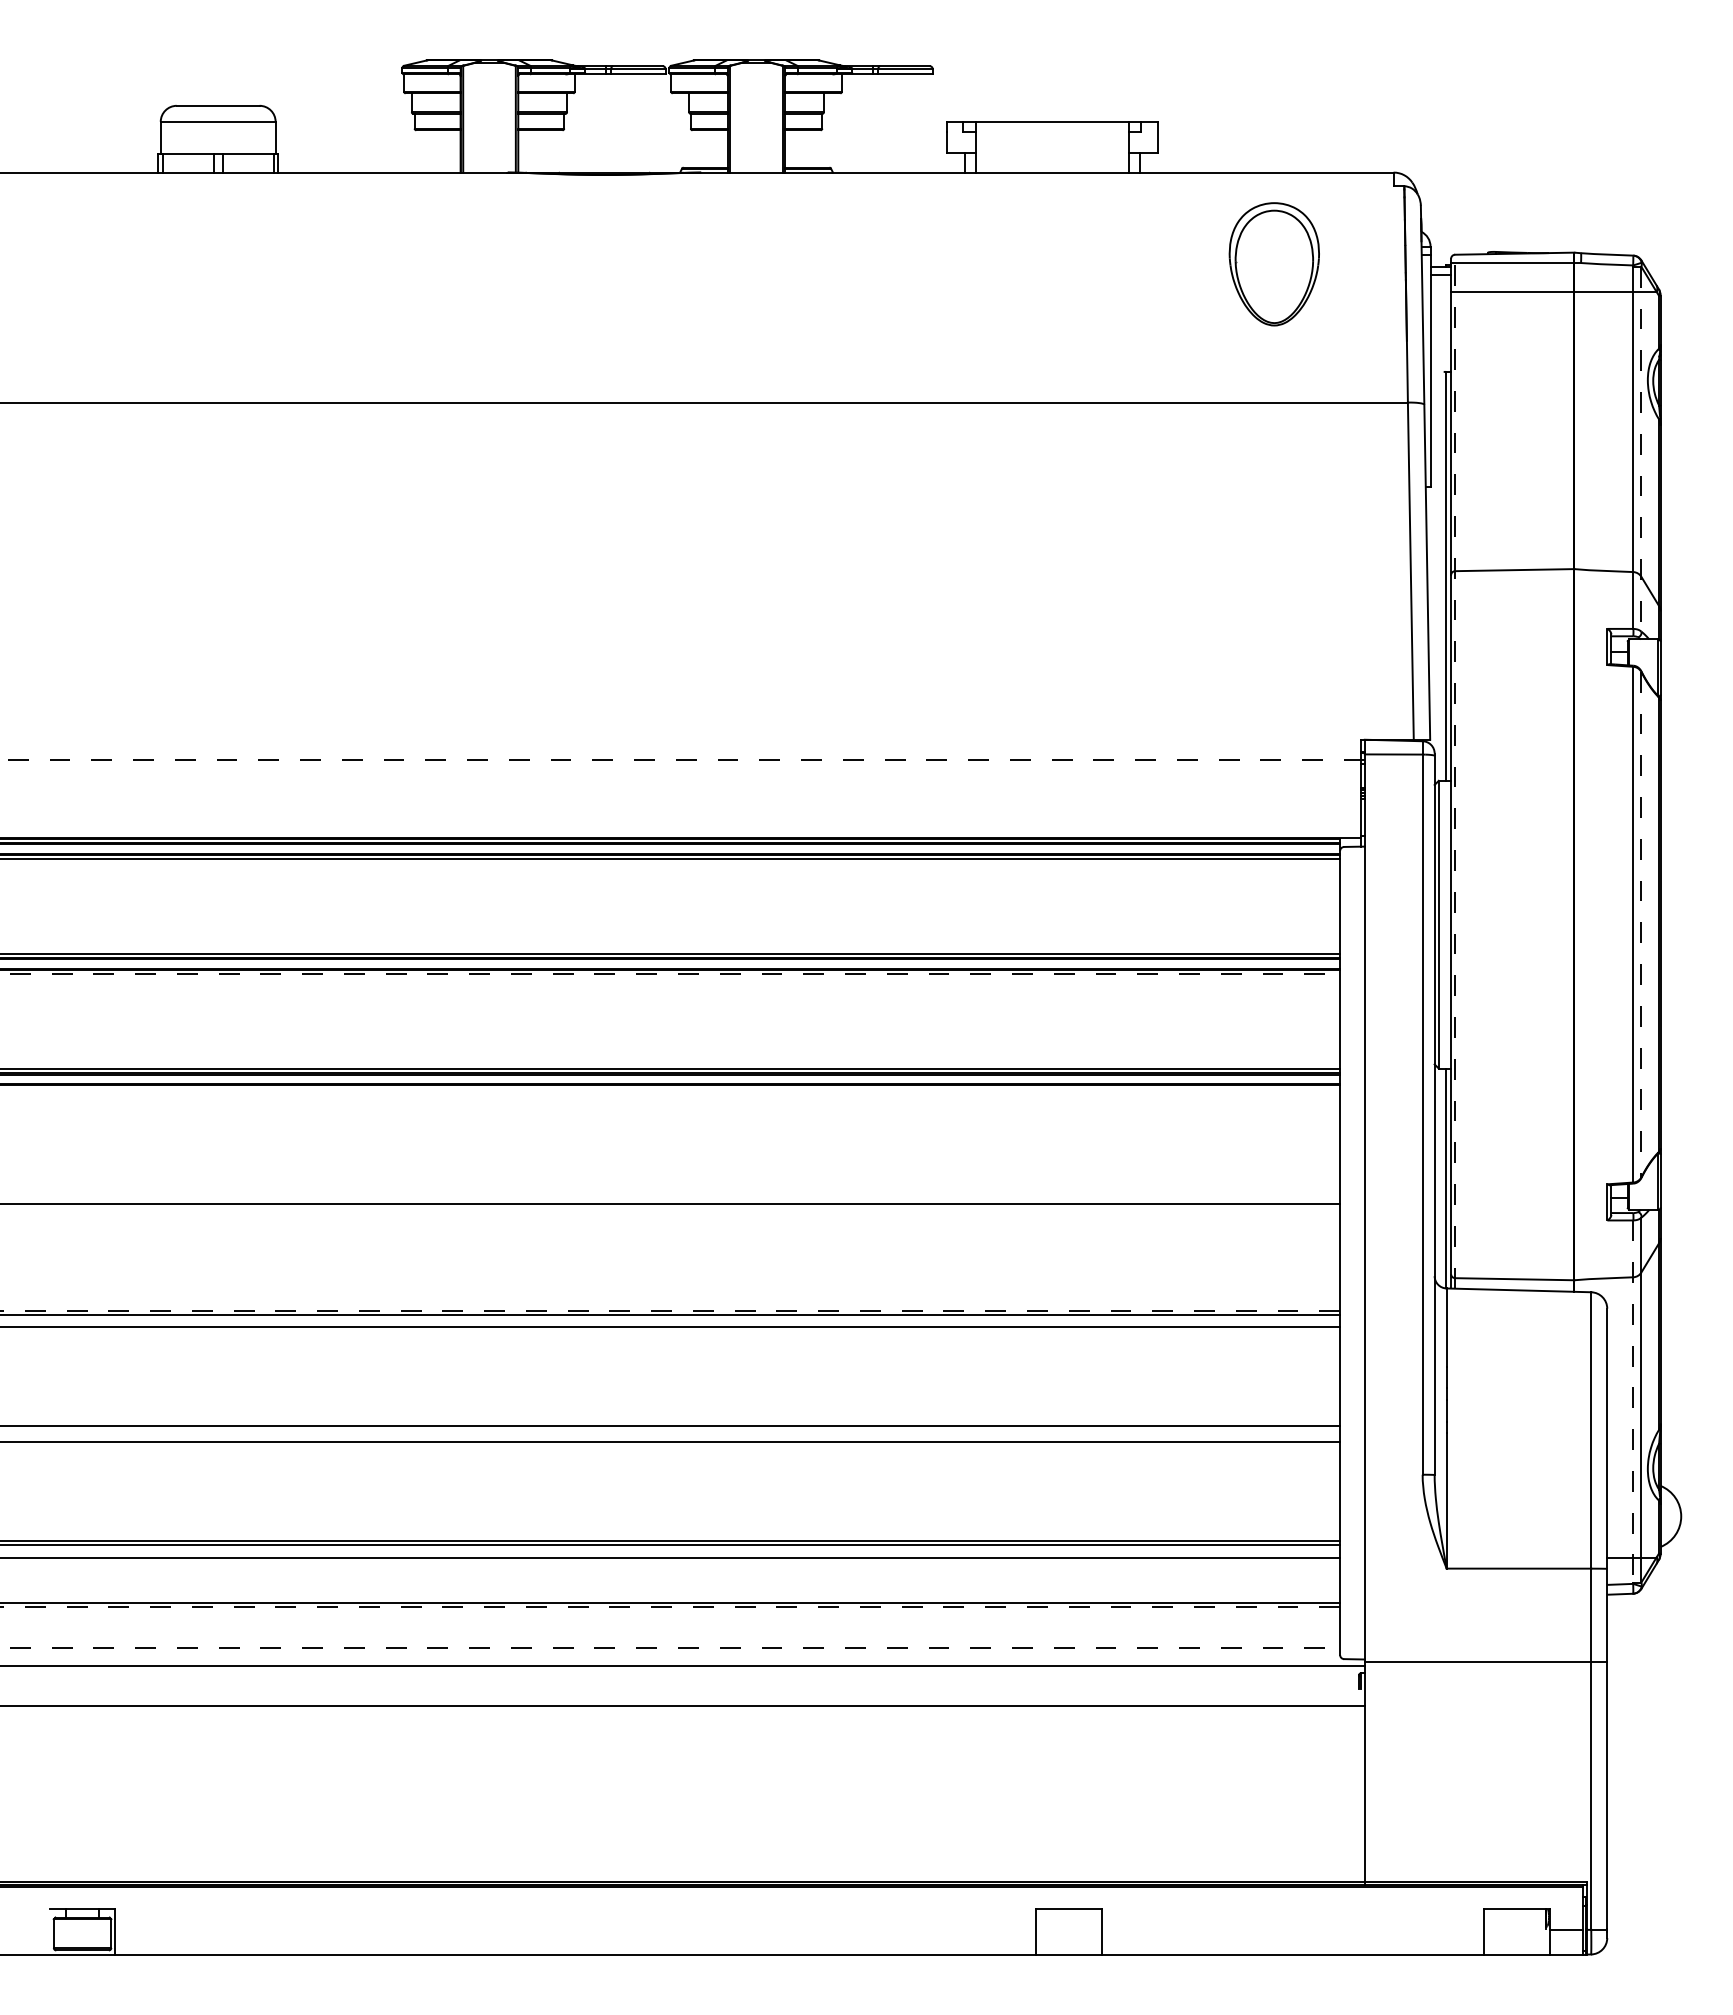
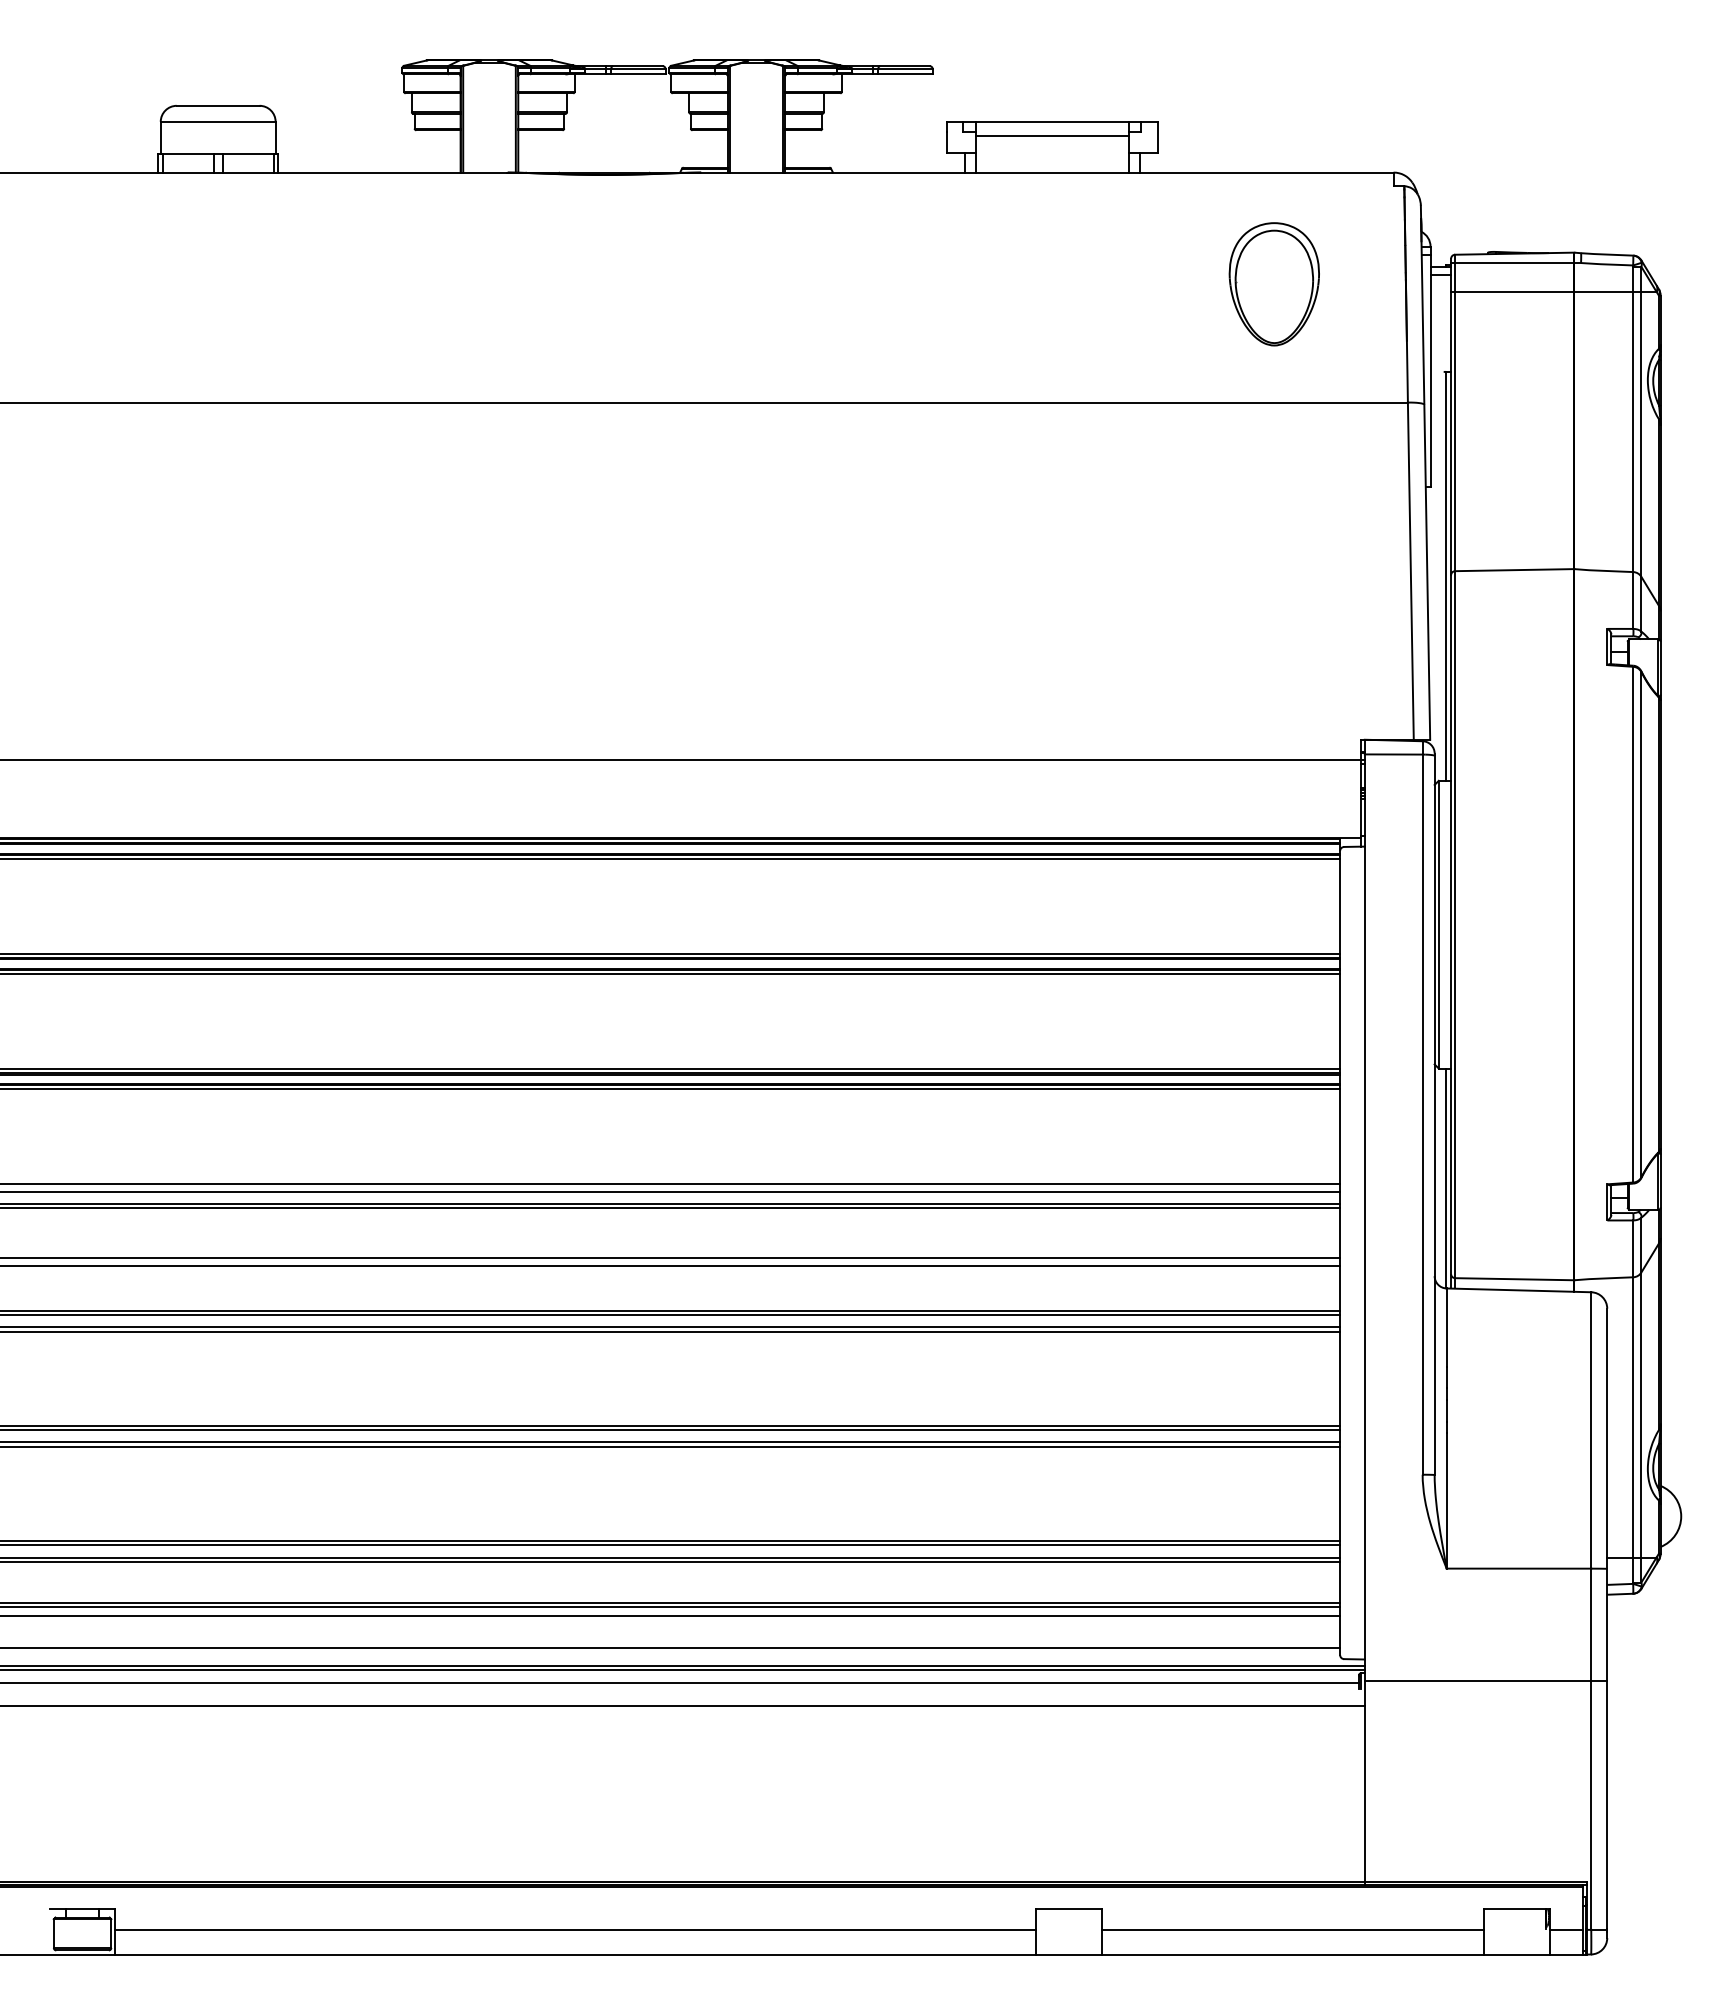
line at (1052, 135): none -> present
part at (1273, 264) position: (1273, 264) -> (1273, 284)
line at (1641, 449): dashed -> solid
line at (682, 760): dashed -> solid
line at (1455, 771): dashed -> solid
line at (1641, 924): dashed -> solid
line at (670, 974): dashed -> solid
line at (671, 1089): none -> present
line at (671, 1183): none -> present
line at (671, 1191): none -> present
line at (671, 1207): none -> present
line at (671, 1257): none -> present
line at (671, 1265): none -> present
line at (670, 1310): dashed -> solid
line at (671, 1331): none -> present
line at (1633, 1402): dashed -> solid
line at (671, 1430): none -> present
line at (671, 1446): none -> present
line at (671, 1561): none -> present
line at (670, 1607): dashed -> solid
line at (671, 1616): none -> present
line at (670, 1647): dashed -> solid
line at (1485, 1661) position: (1485, 1661) -> (1485, 1680)
line at (683, 1669): none -> present
line at (680, 1683): none -> present
line at (575, 1929): none -> present
line at (1292, 1929): none -> present
